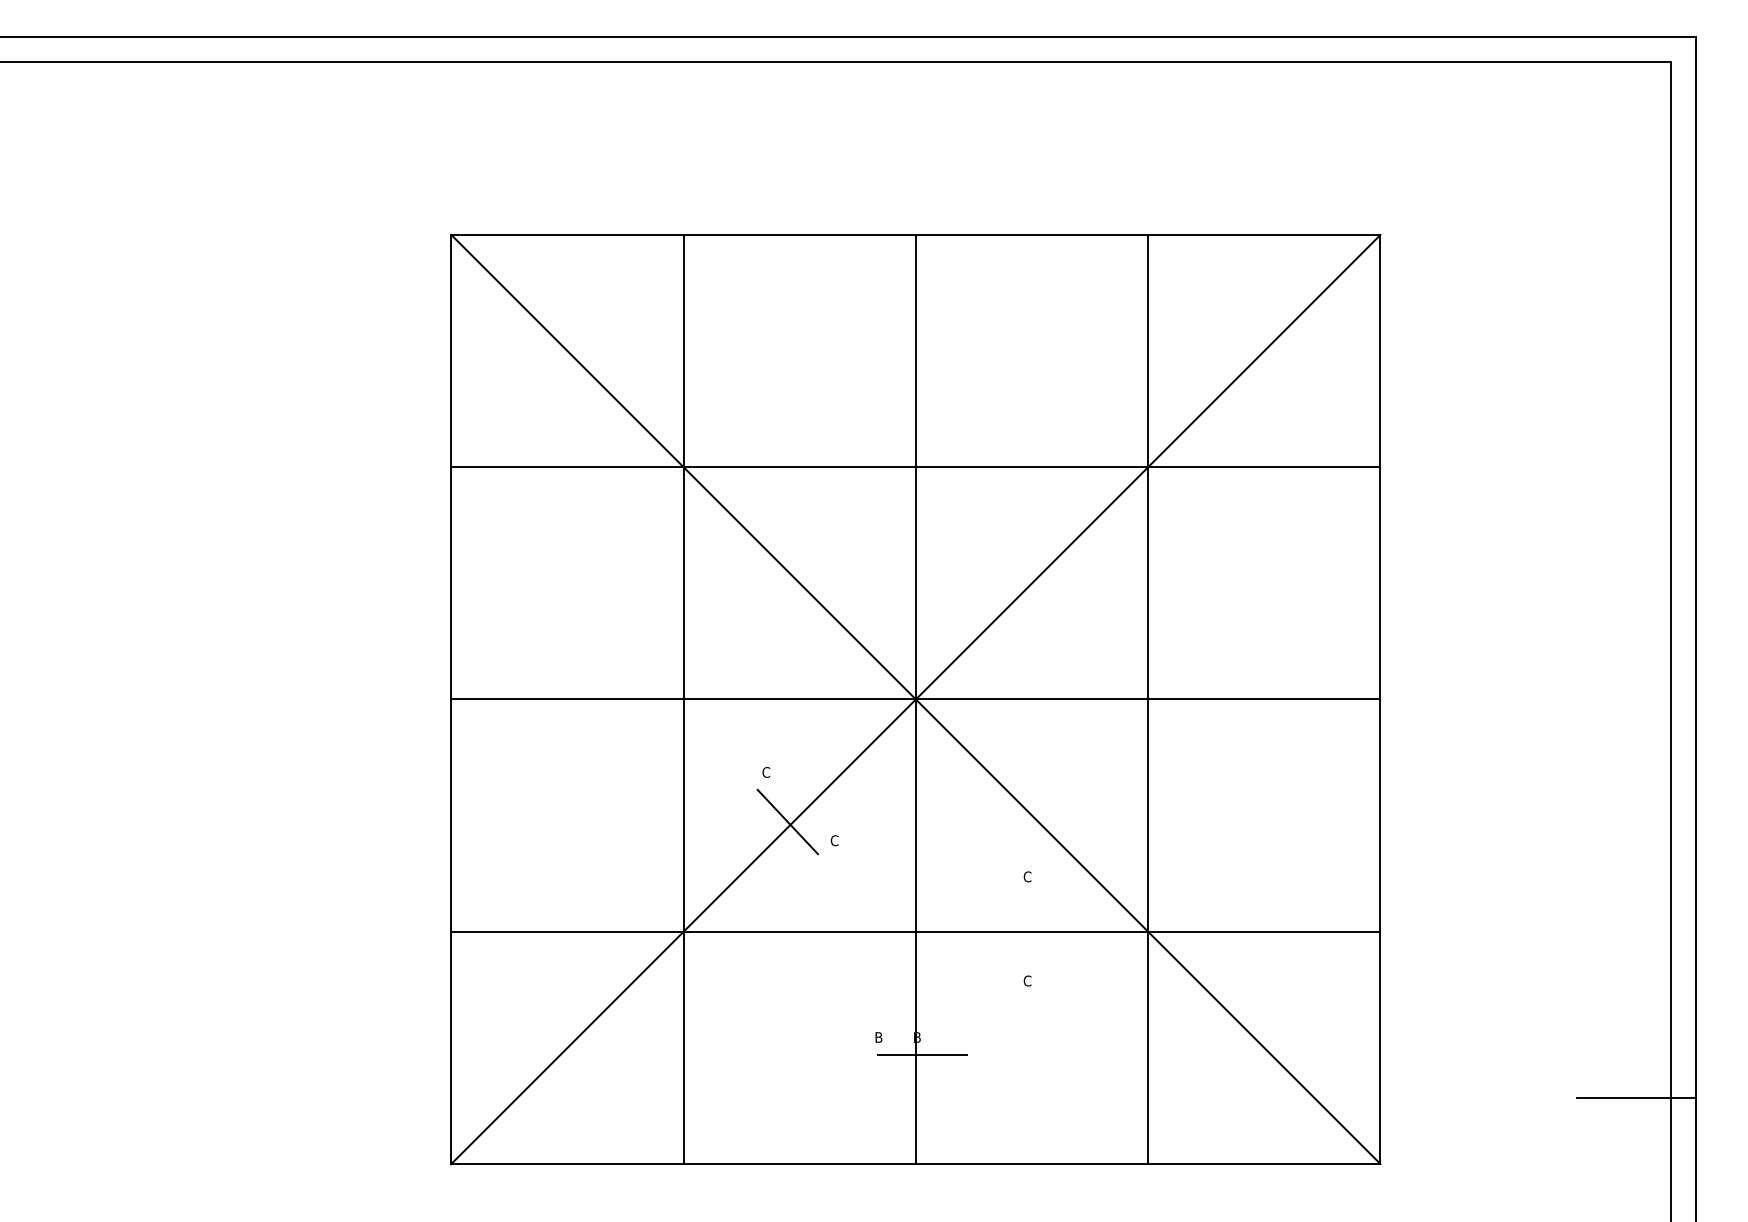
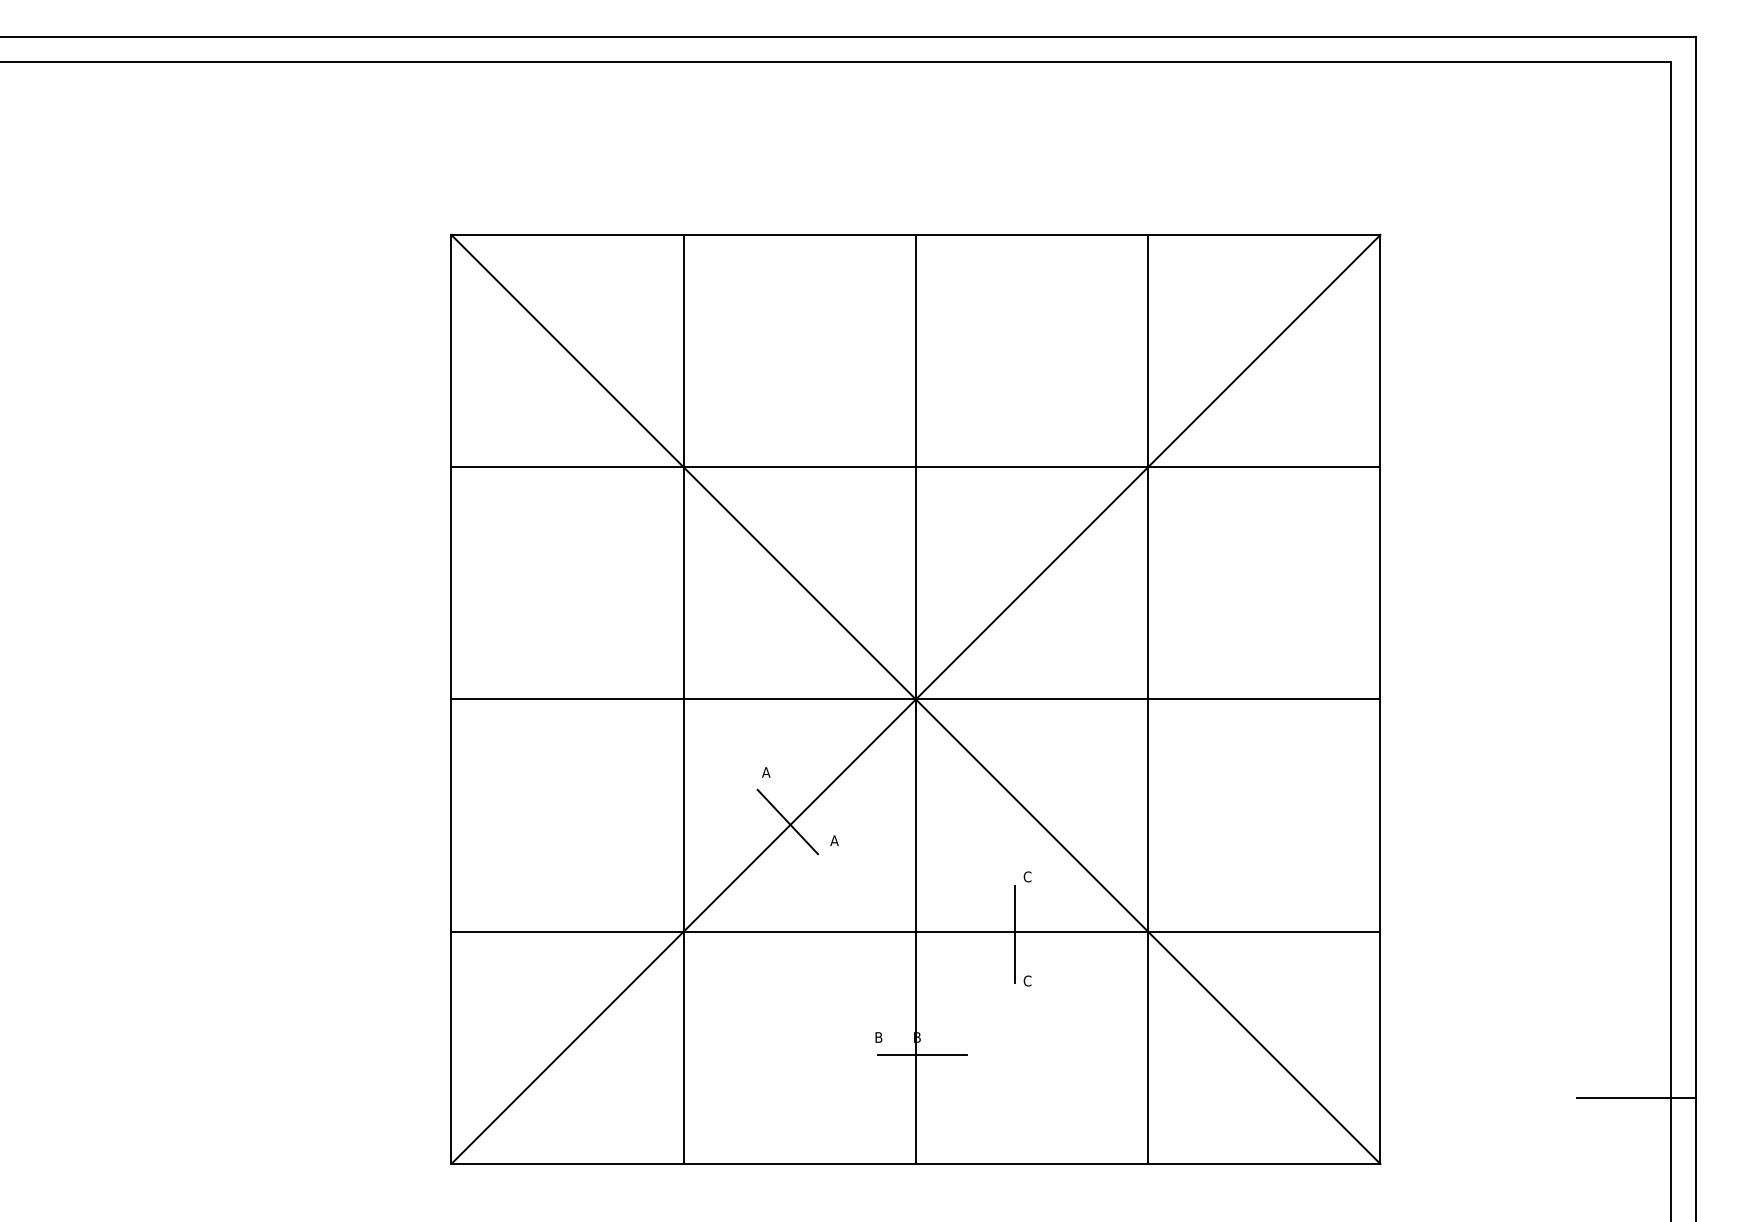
text at (766, 772): C -> A
text at (834, 840): C -> A
line at (1014, 934): none -> present
